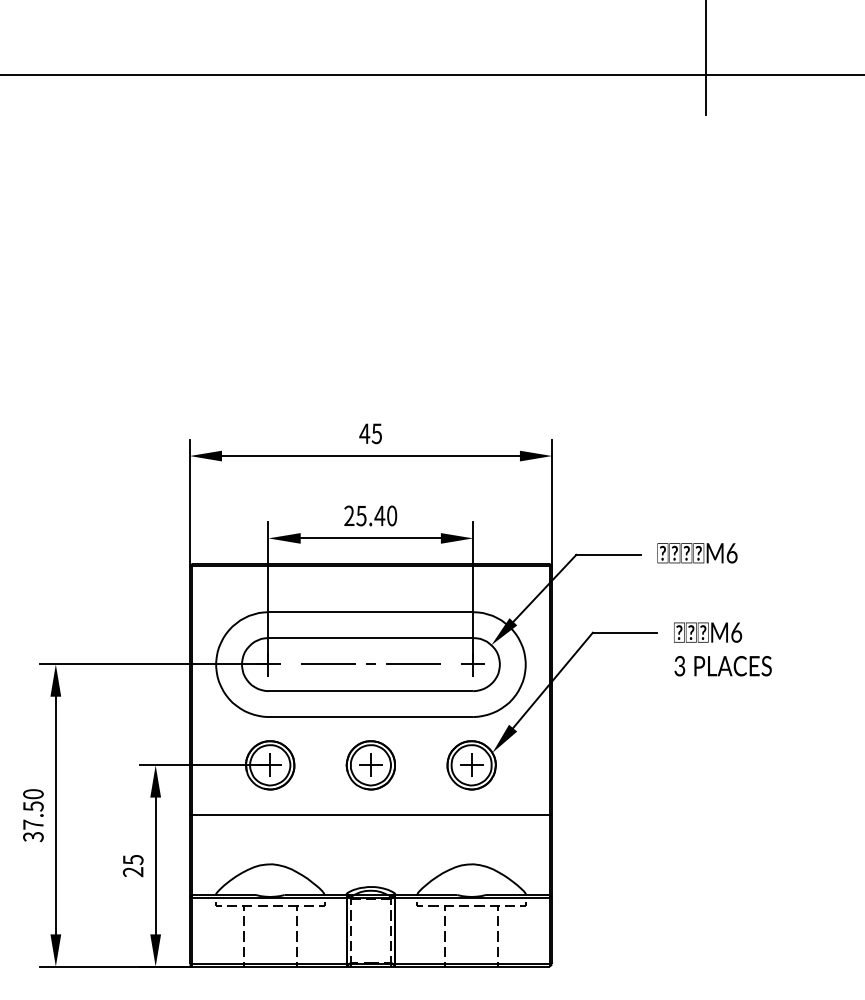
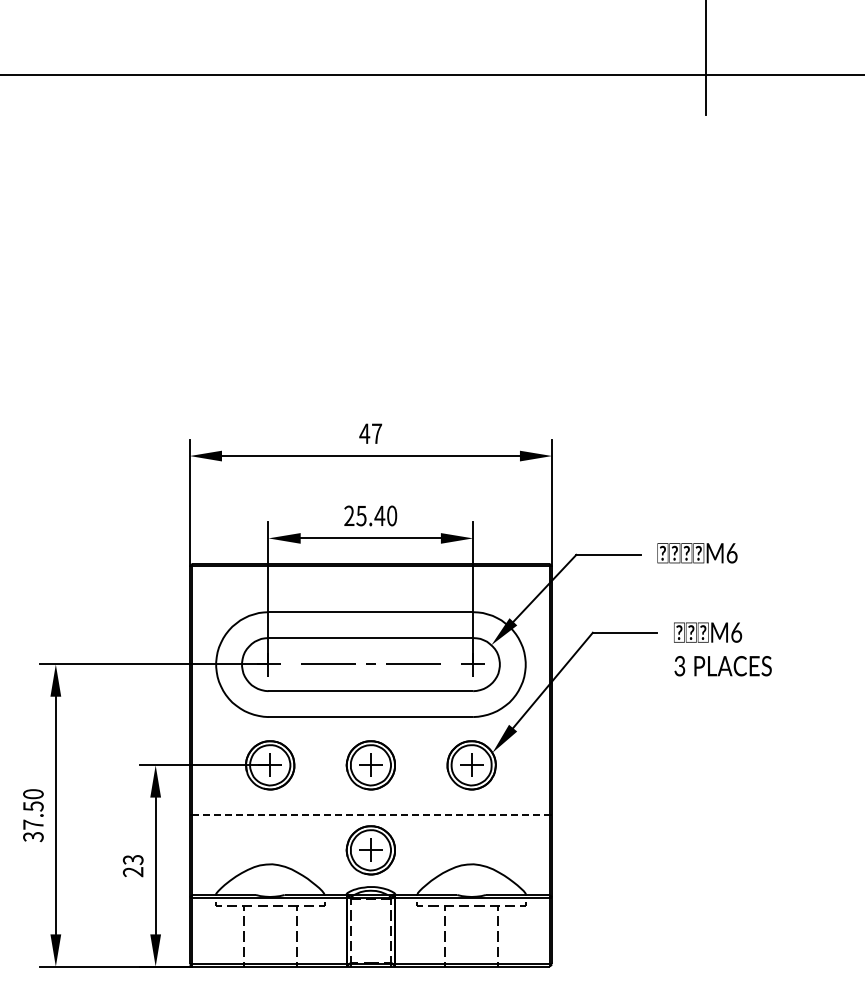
text at (376, 433): 45 -> 47
line at (370, 814): solid -> dashed
part at (370, 850): none -> present
text at (132, 859): 25 -> 23
